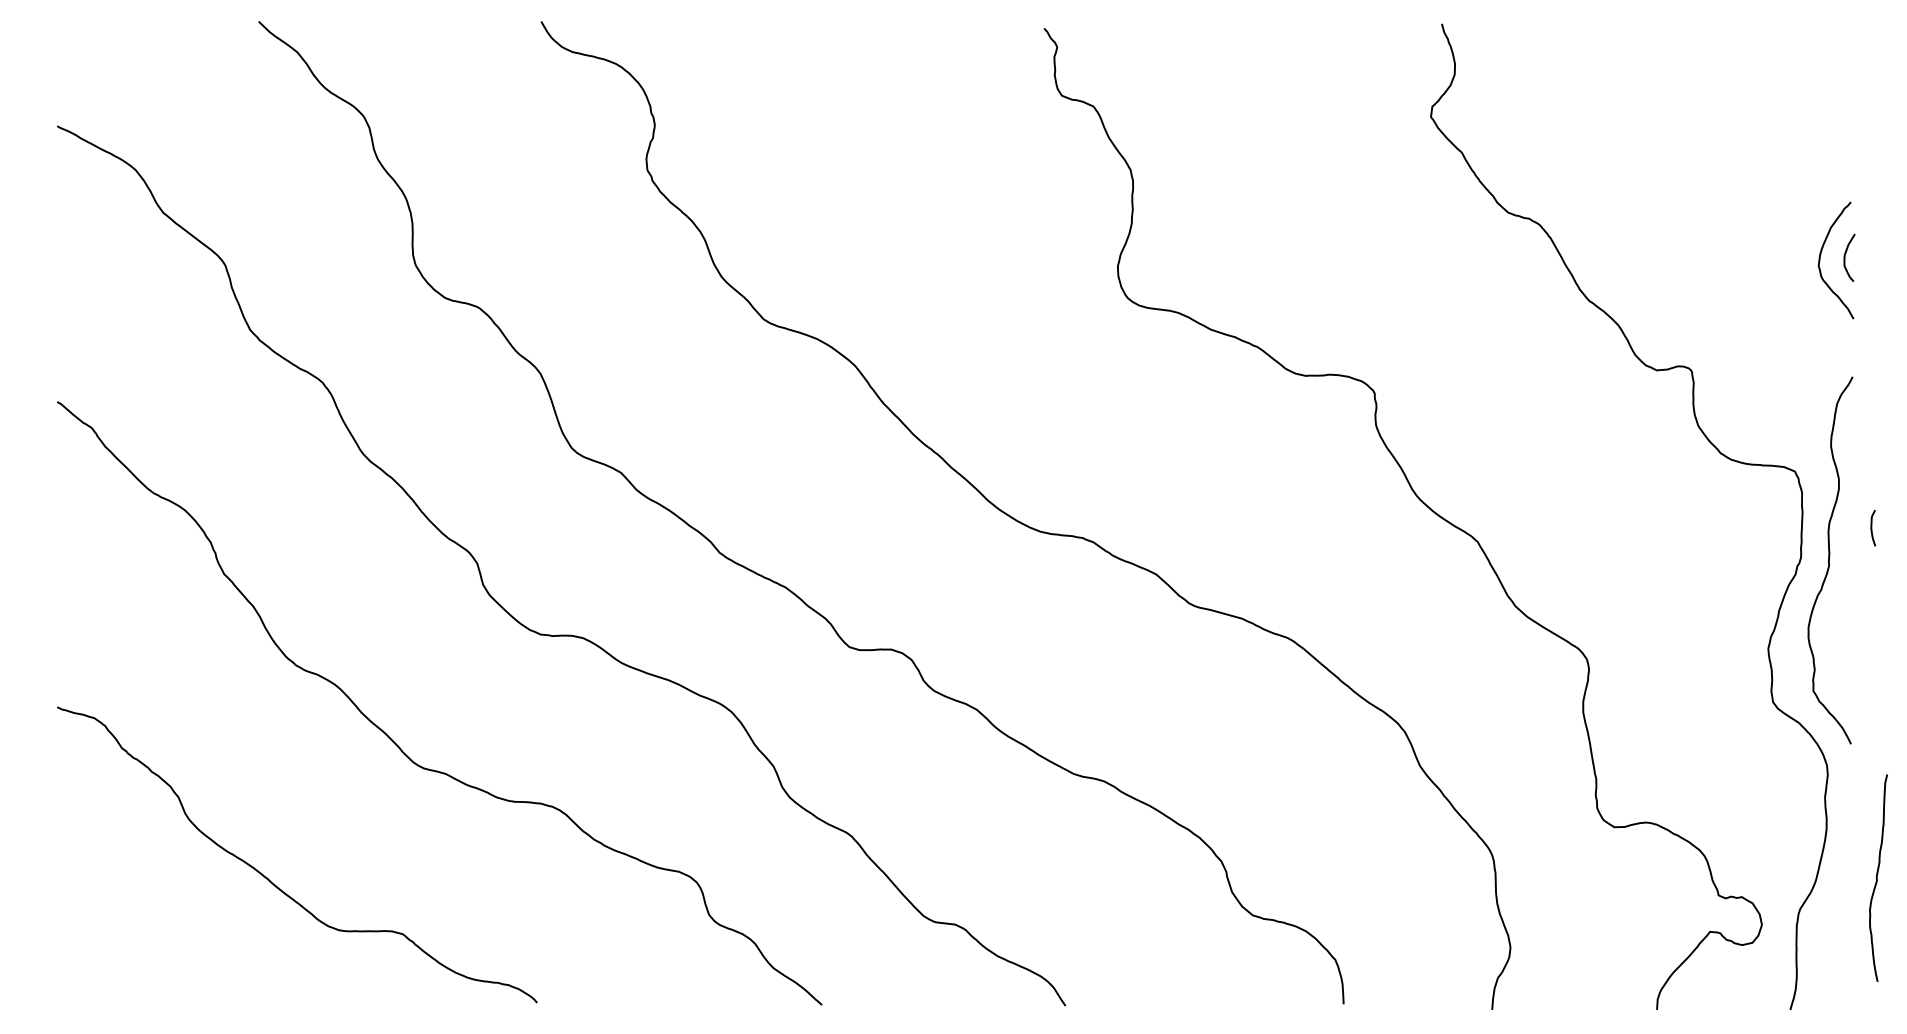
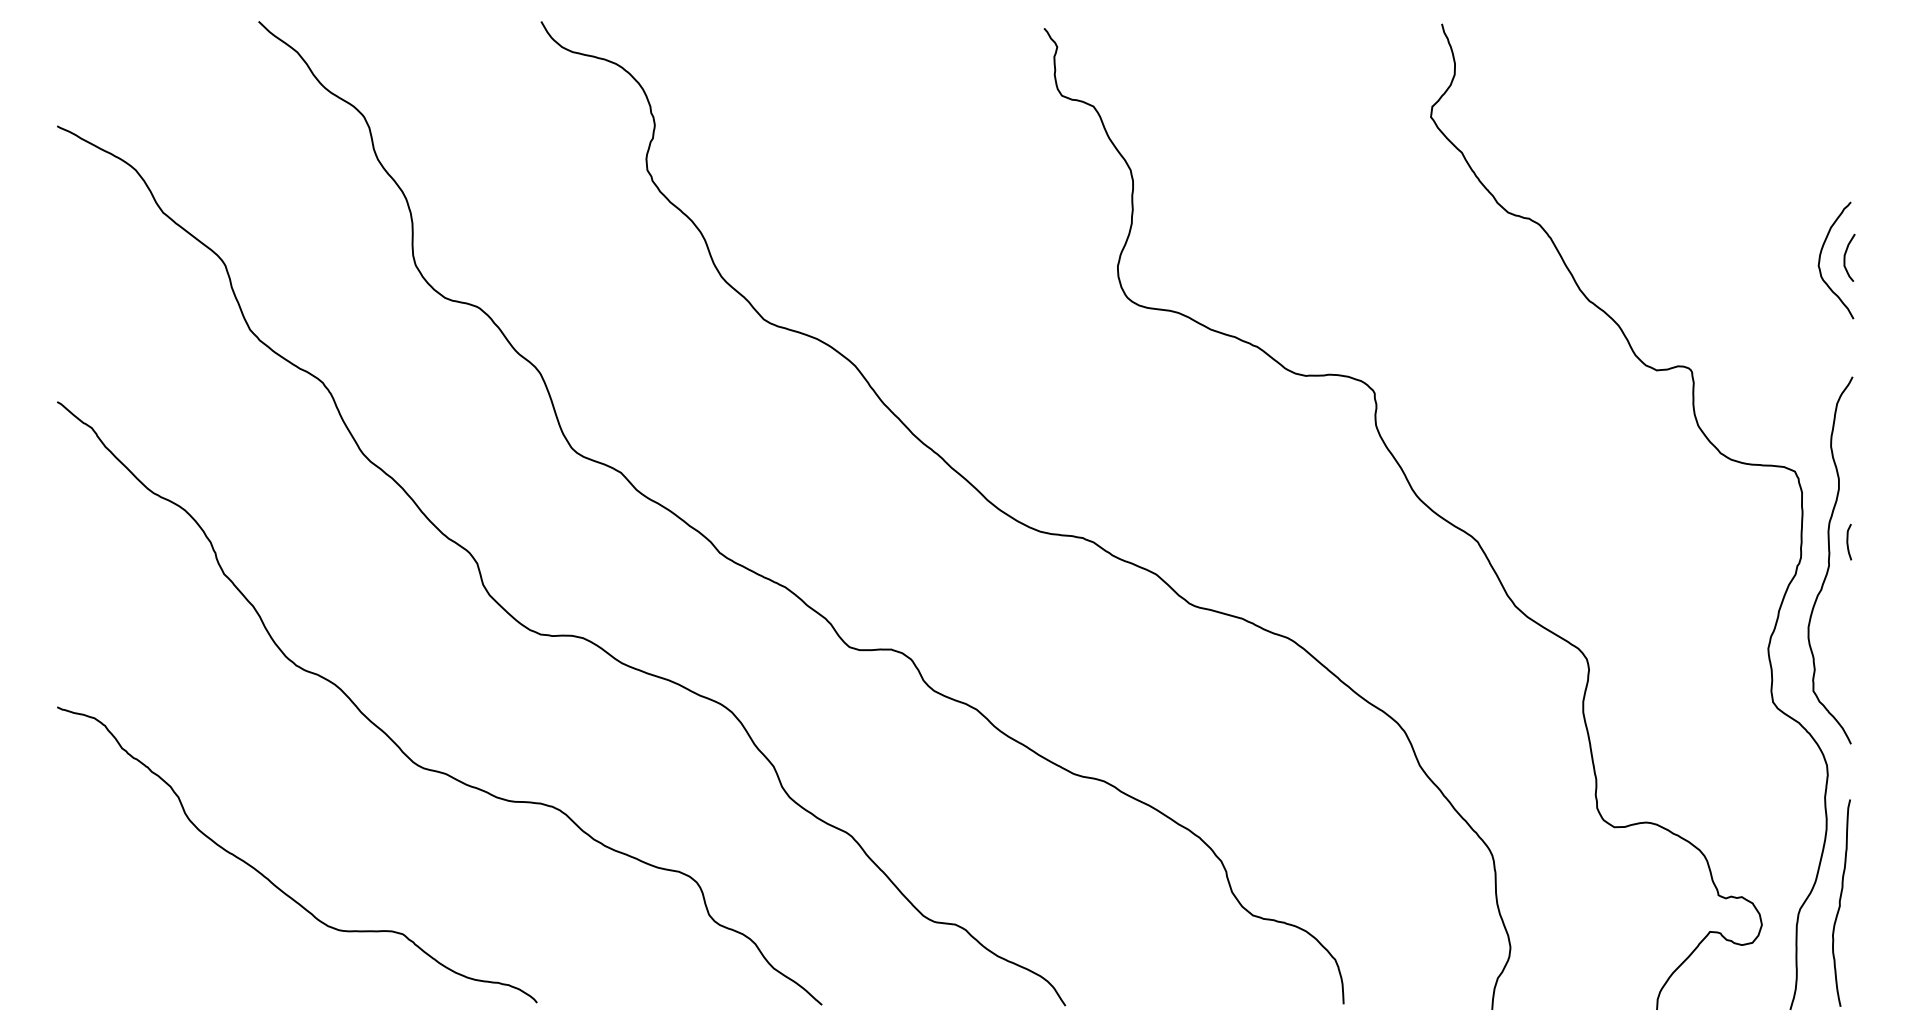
curve at (1872, 527) position: (1872, 527) -> (1848, 541)
curve at (1877, 877) position: (1877, 877) -> (1840, 902)
